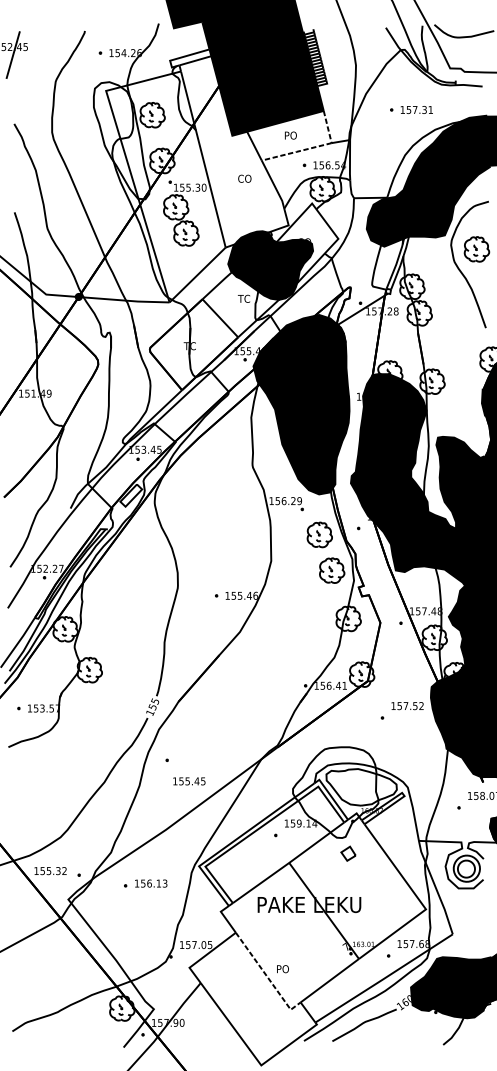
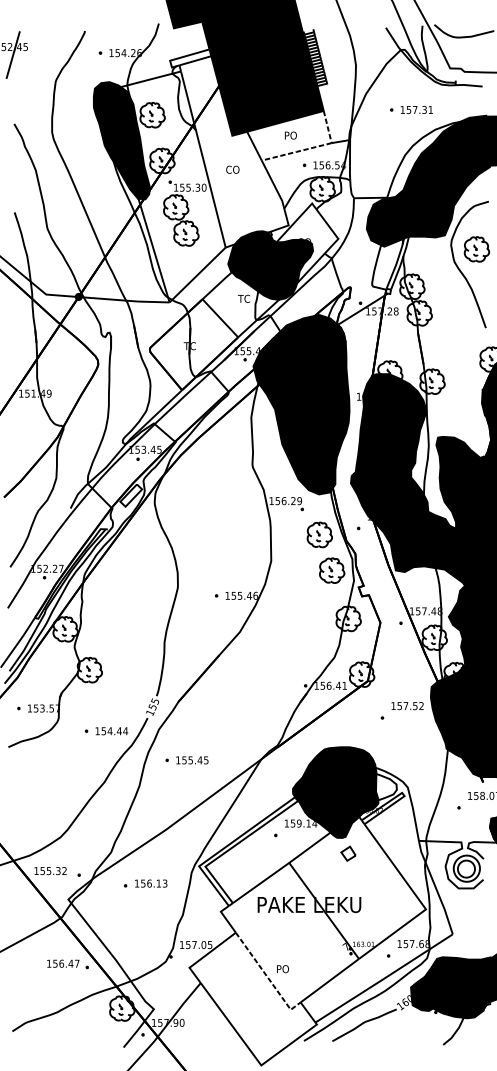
fill at (121, 140): none -> present
text at (244, 178) position: (244, 178) -> (232, 169)
part at (106, 731): none -> present
text at (189, 781) position: (189, 781) -> (192, 760)
fill at (335, 792): none -> present
part at (67, 964): none -> present
